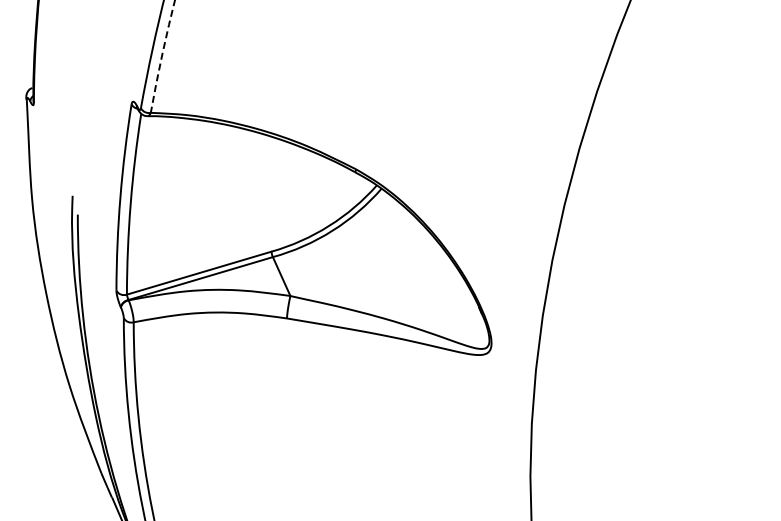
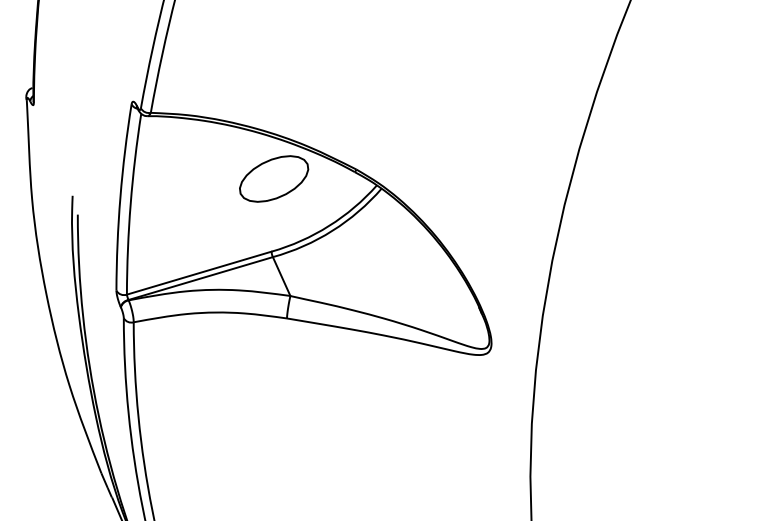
arc at (162, 55): dashed -> solid
part at (274, 178): none -> present
